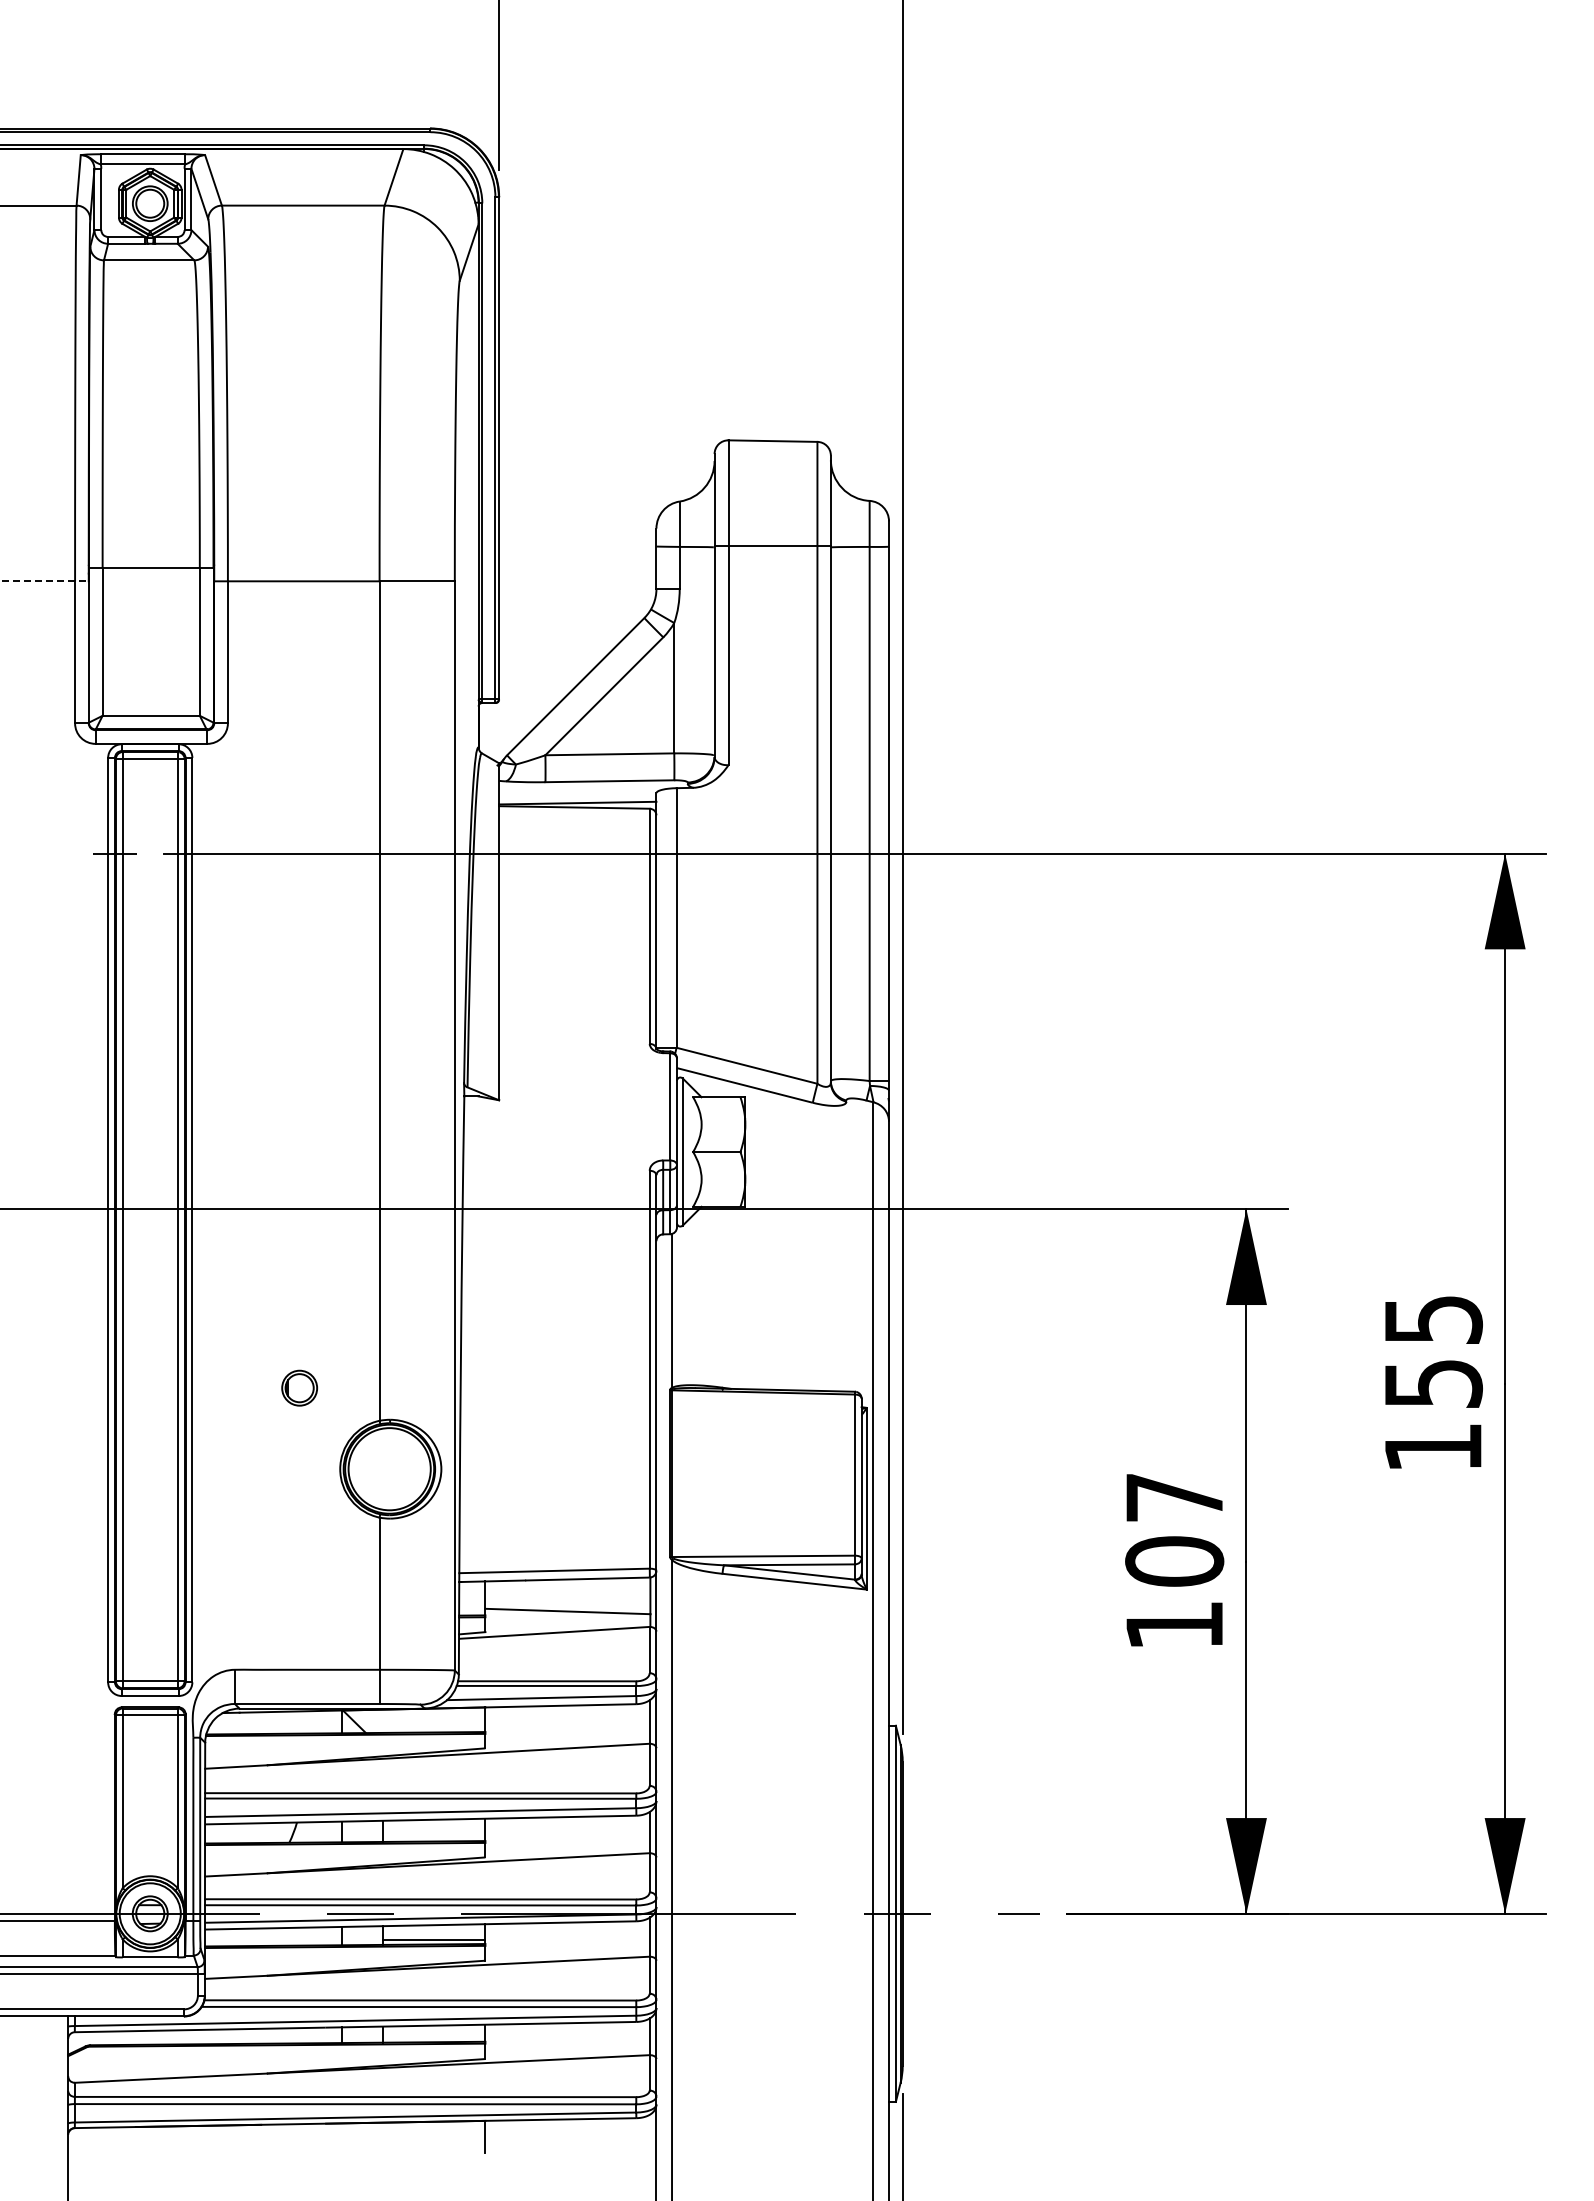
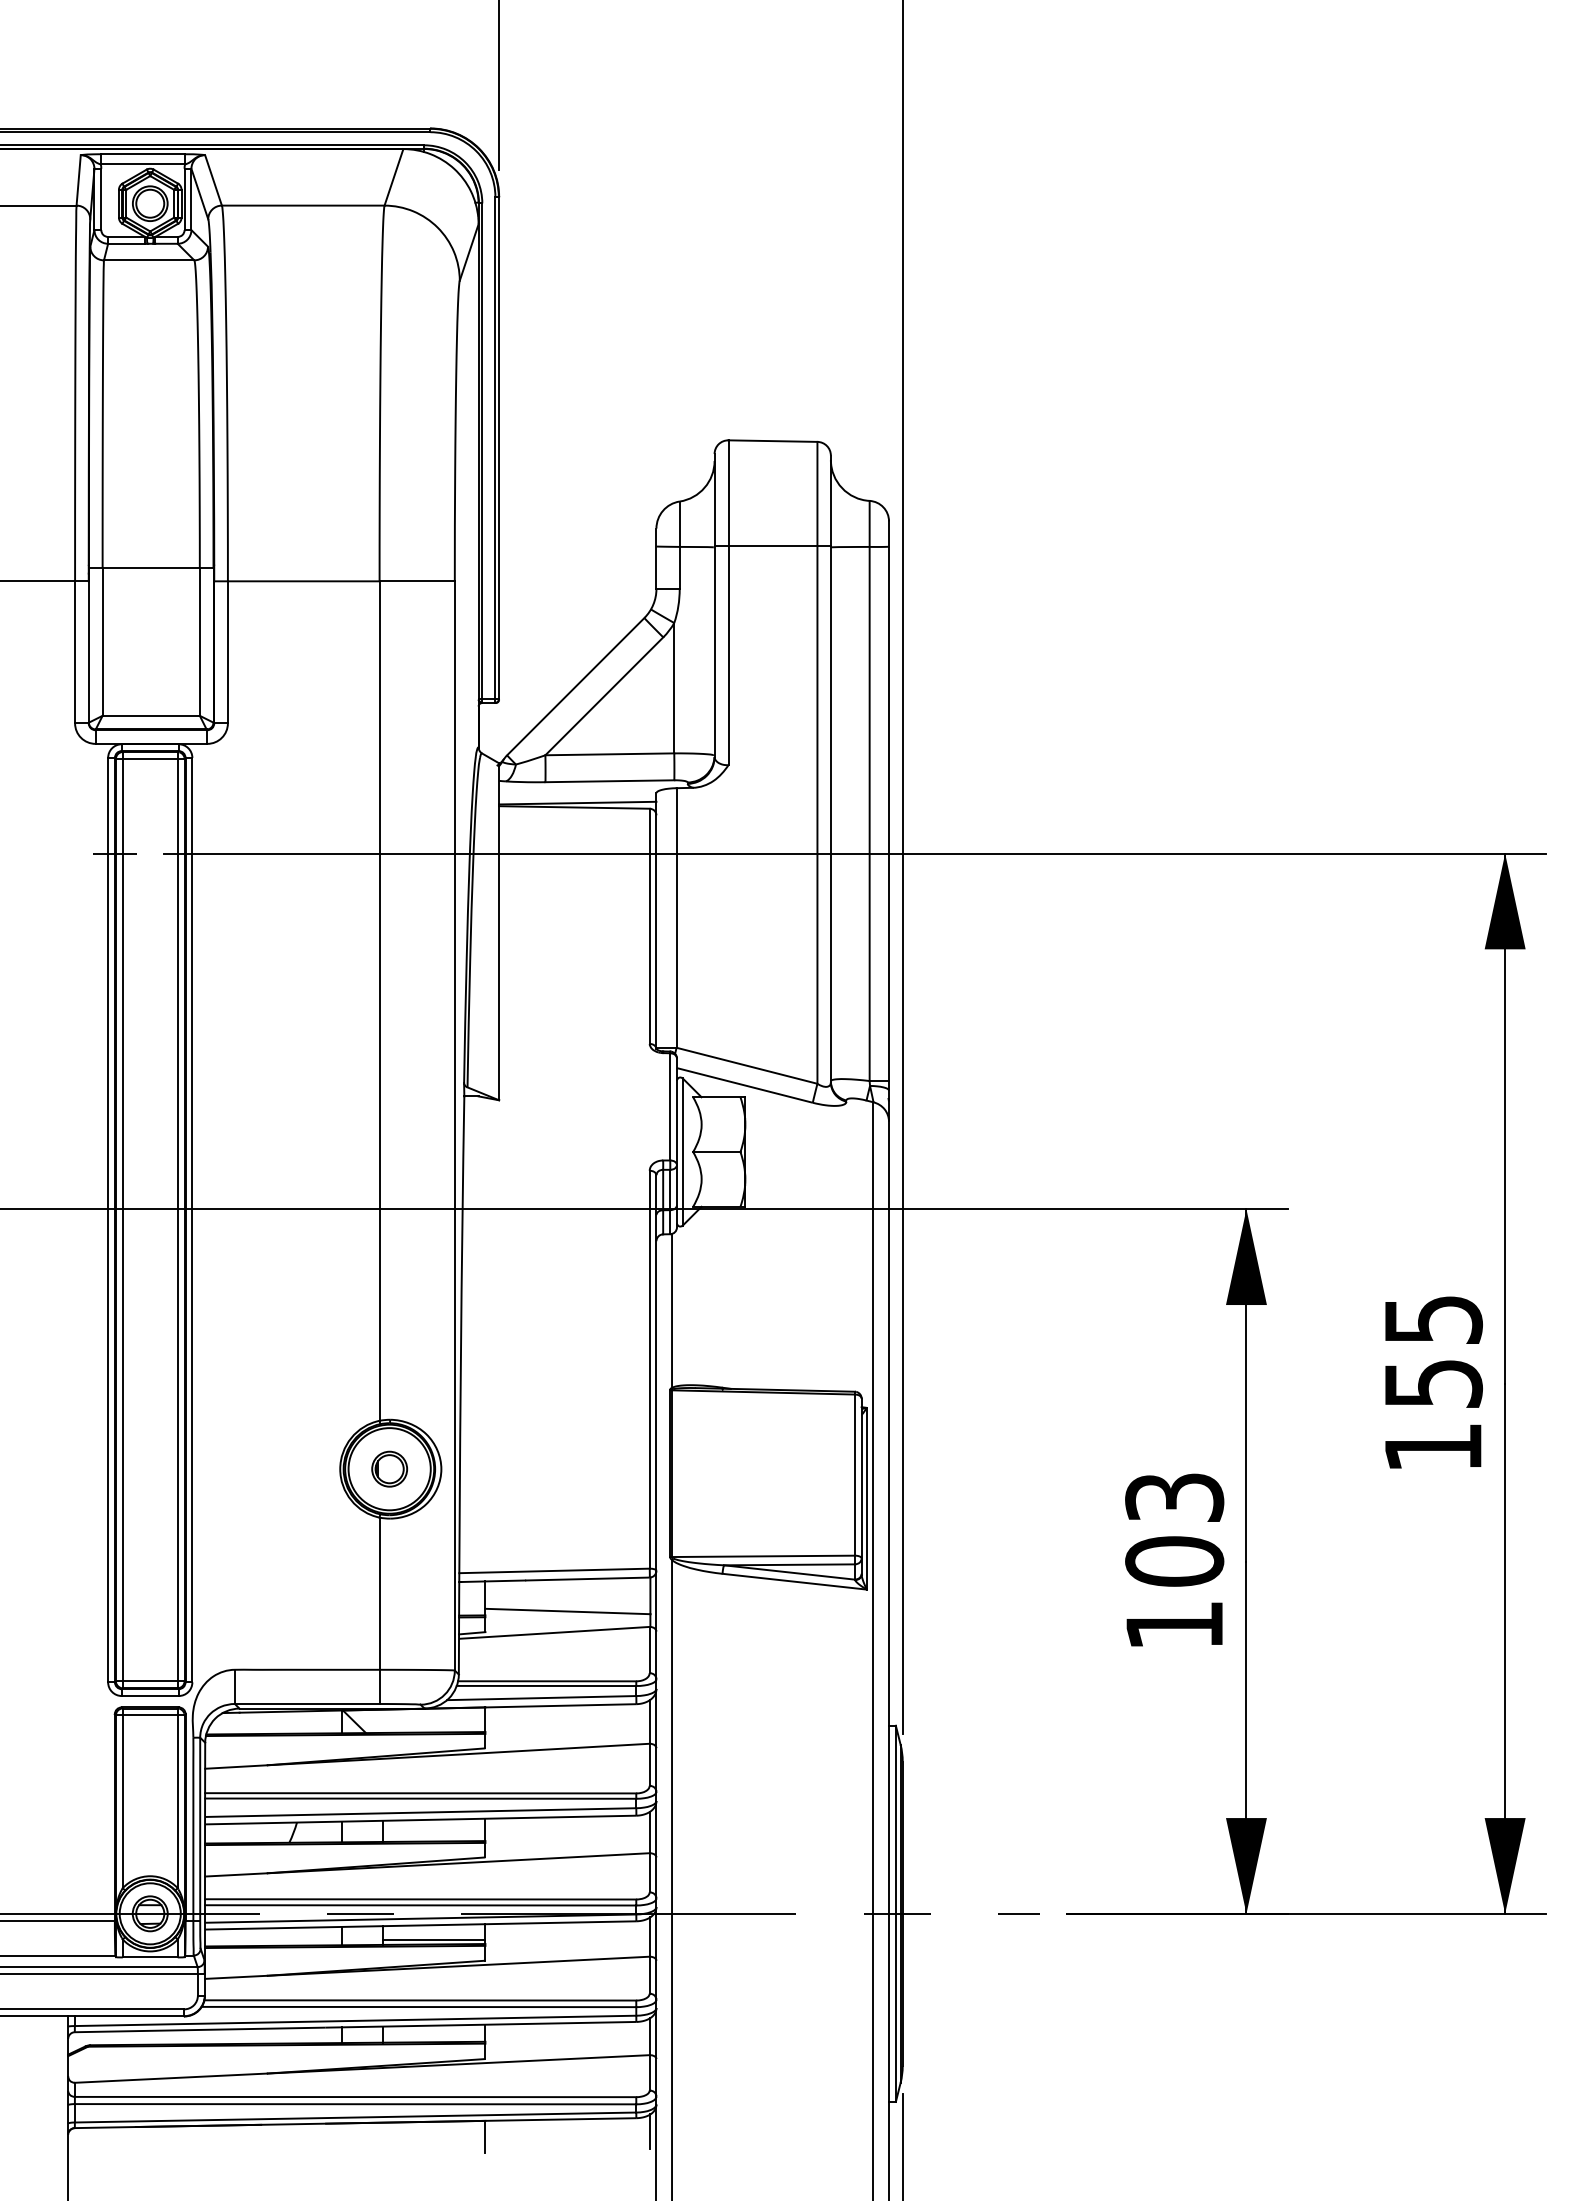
line at (44, 581): dashed -> solid
part at (299, 1387) position: (299, 1387) -> (389, 1468)
text at (1174, 1497): 107 -> 103
line at (650, 2131): none -> present
